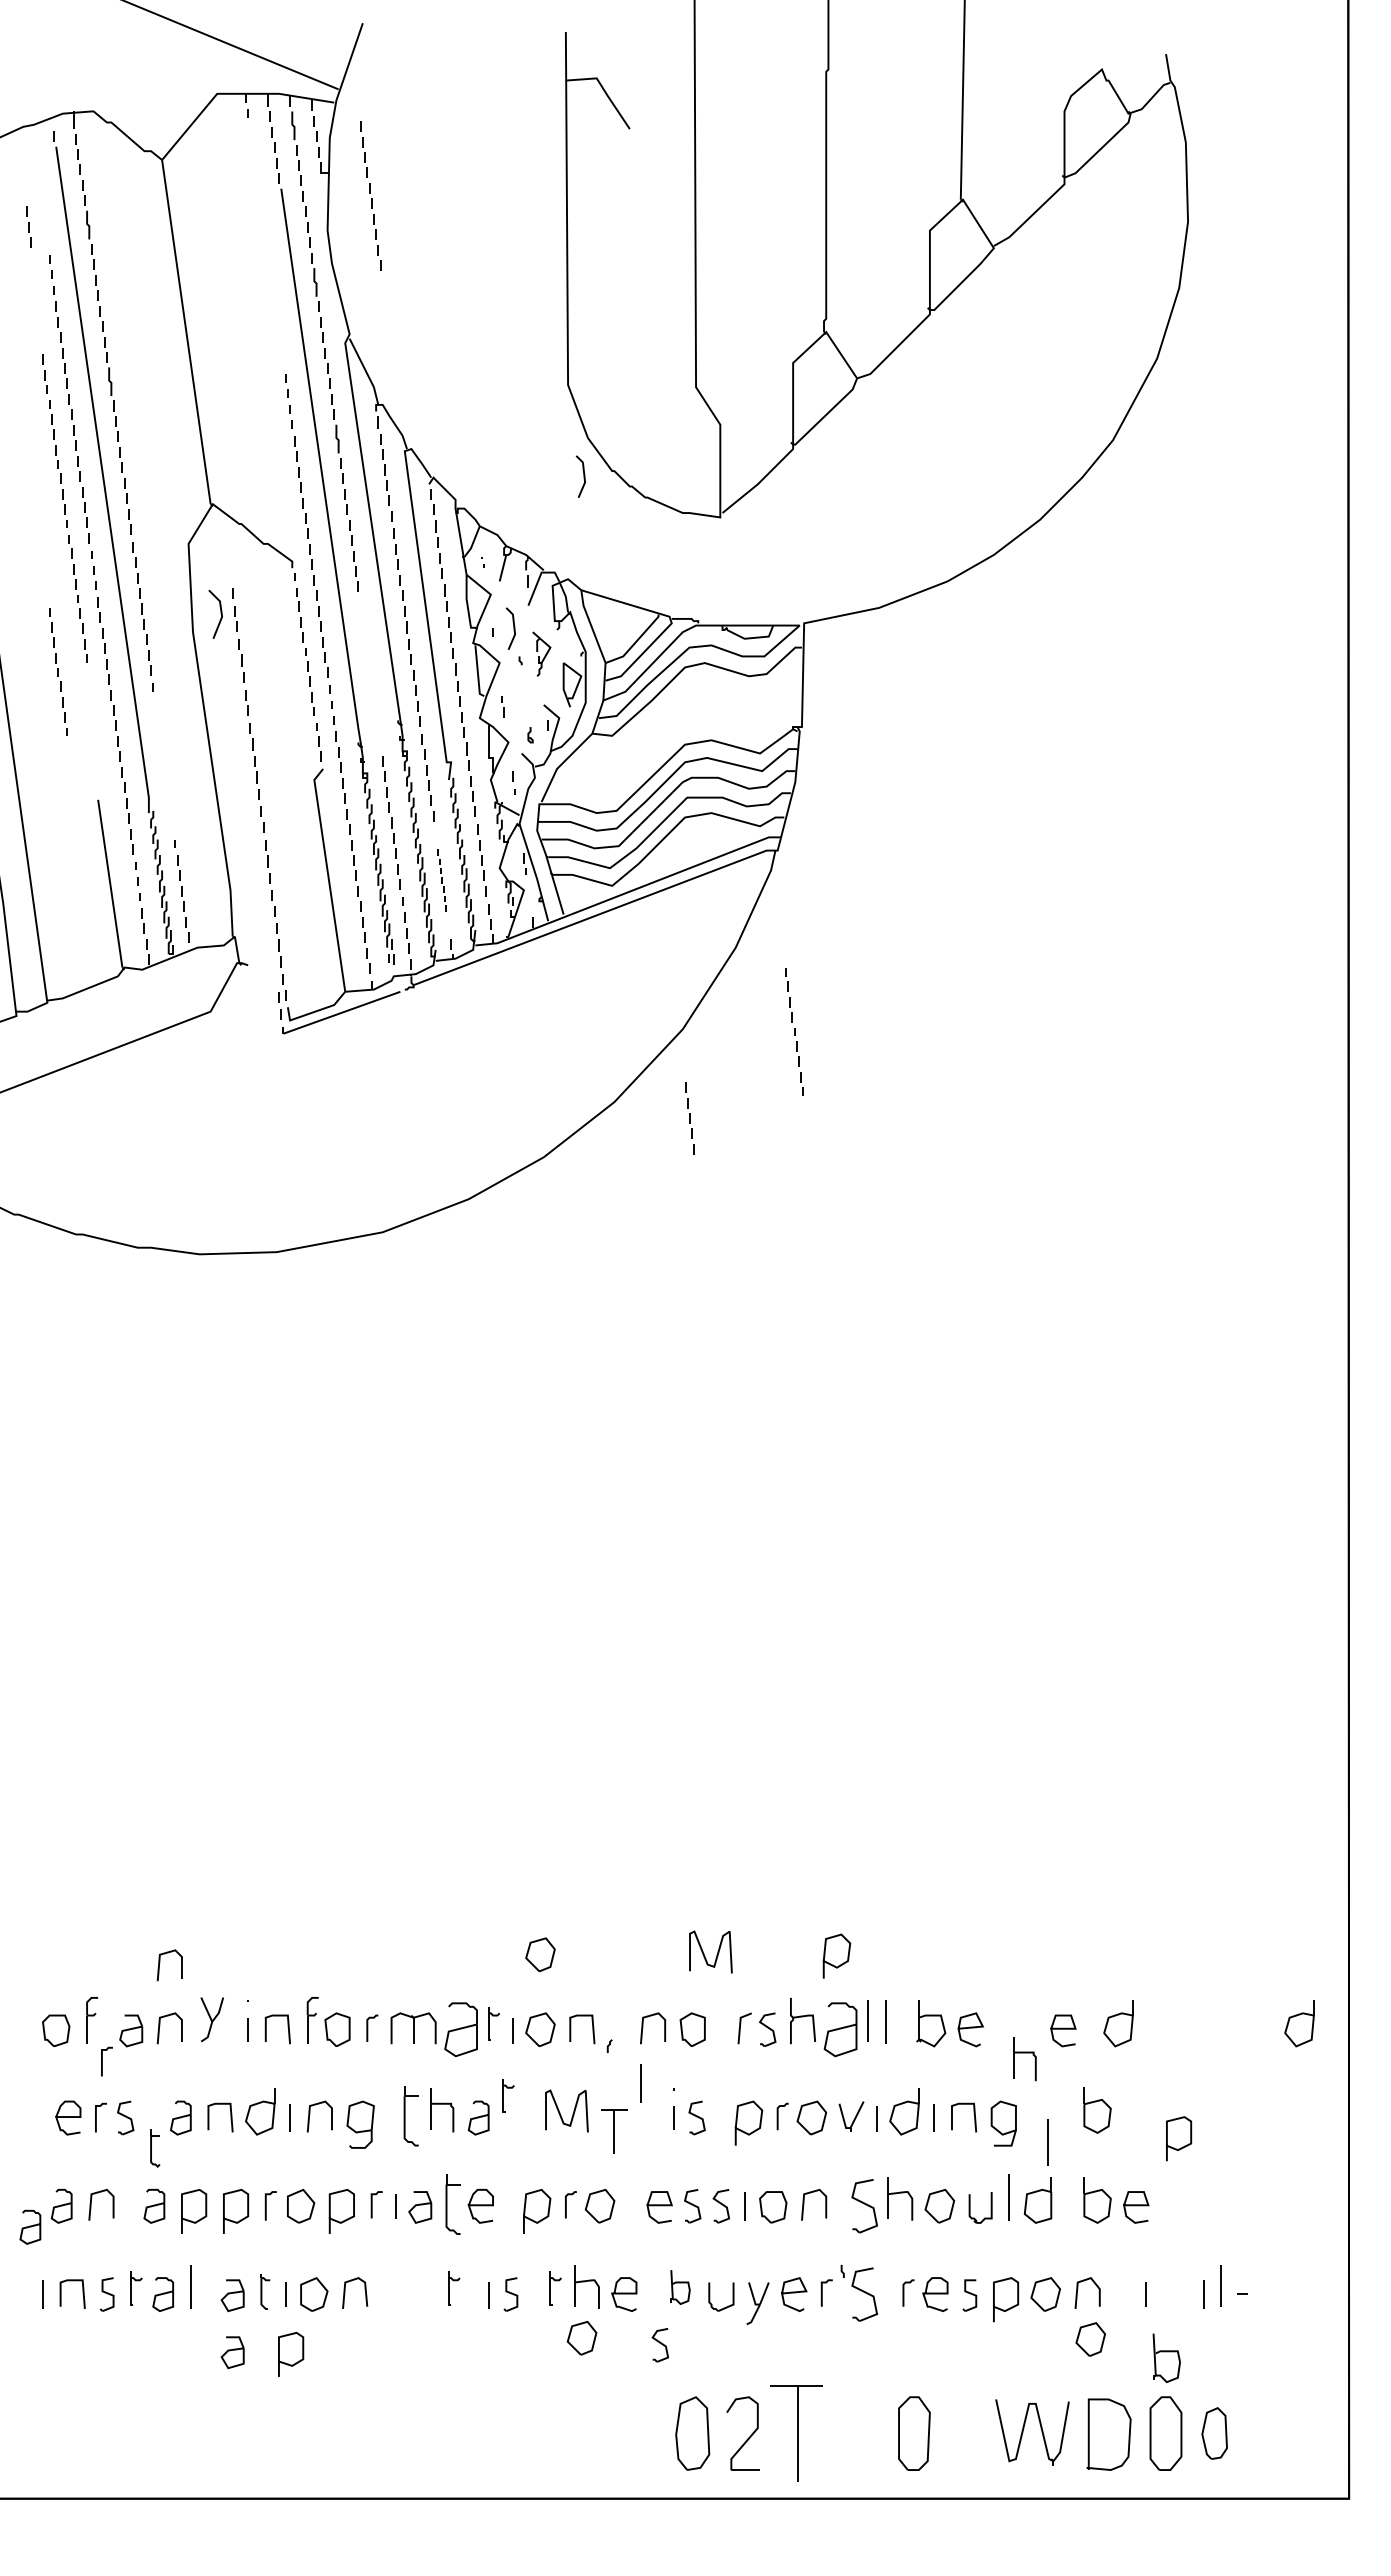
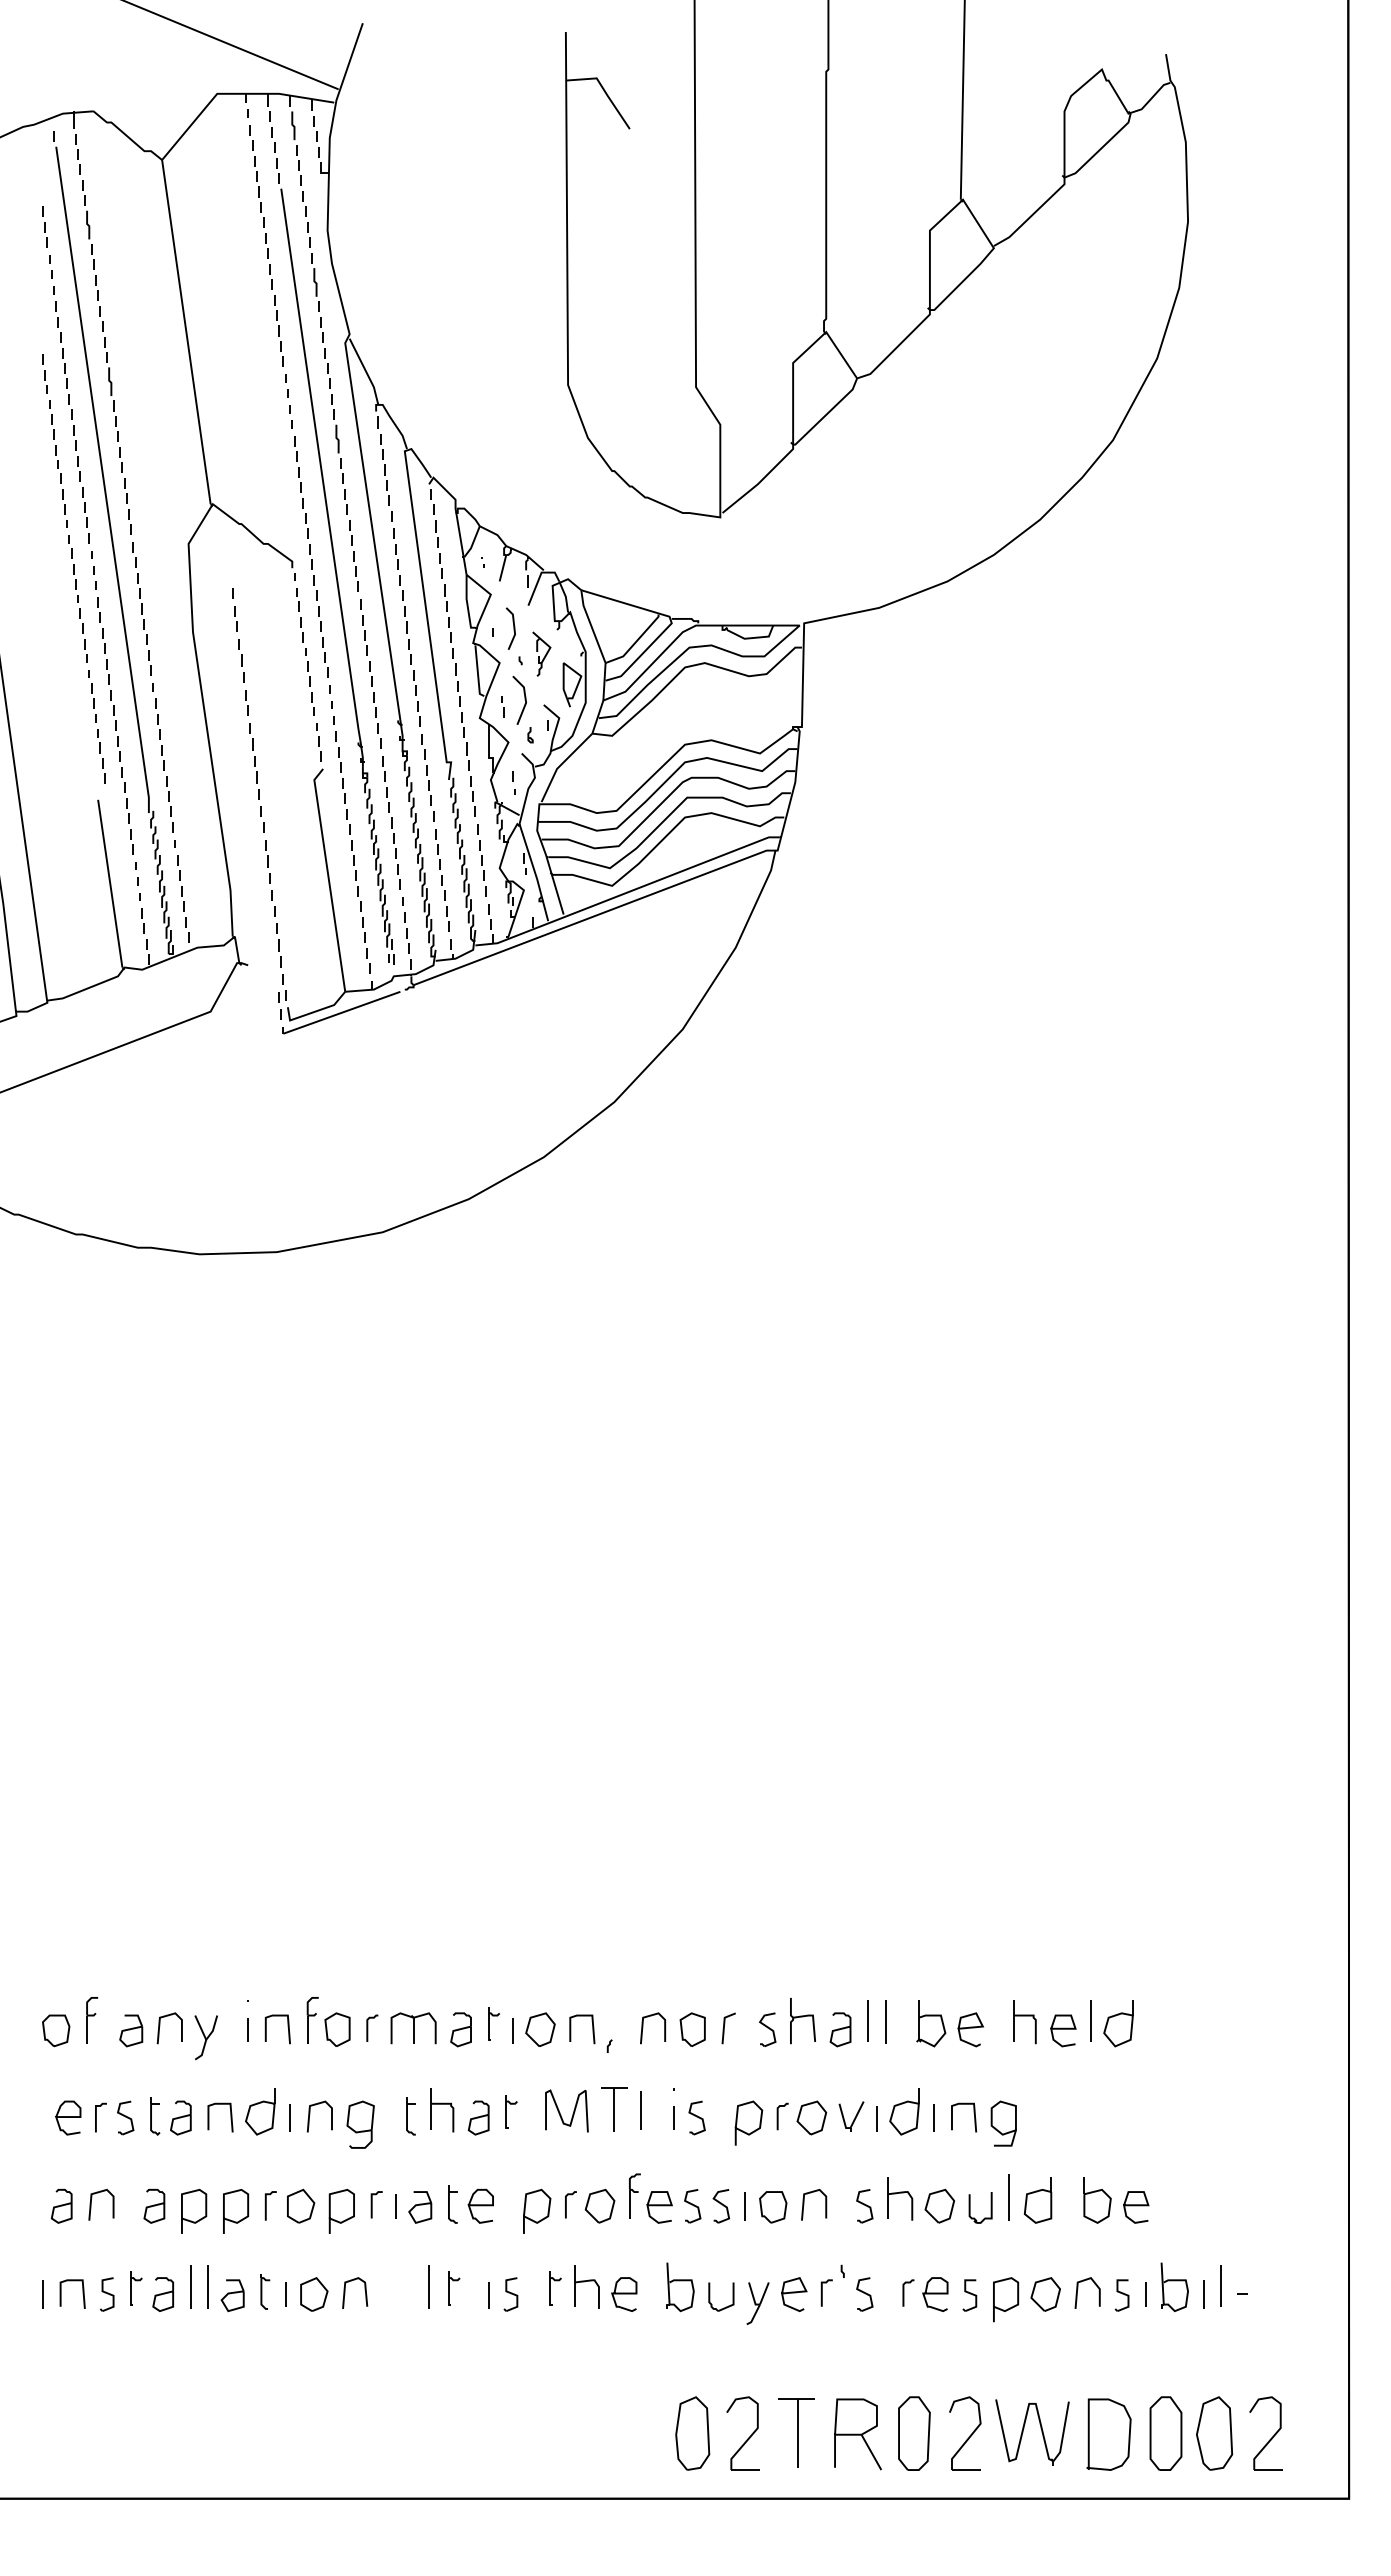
part at (370, 195) position: (370, 195) -> (370, 673)
part at (28, 226) position: (28, 226) -> (44, 226)
part at (266, 245): none -> present
line at (583, 476): present -> none
line at (220, 613) position: (220, 613) -> (524, 699)
part at (58, 671): present -> none
part at (96, 726): none -> present
part at (164, 765): none -> present
part at (441, 880) size: 10x63 px -> 15x103 px
part at (794, 1031): present -> none
part at (689, 1118): present -> none
curve at (704, 1953): present -> none
part at (540, 1954): present -> none
line at (160, 1963): present -> none
curve at (831, 1963): present -> none
part at (211, 2019) position: (211, 2019) -> (205, 2037)
line at (1090, 2020): none -> present
part at (1299, 2023): present -> none
line at (740, 2028) position: (740, 2028) -> (724, 2028)
part at (460, 2029) size: 34x56 px -> 22x36 px
part at (840, 2029) size: 35x56 px -> 23x36 px
part at (1024, 2059) position: (1024, 2059) -> (1024, 2022)
line at (102, 2061): present -> none
line at (640, 2083) position: (640, 2083) -> (640, 2110)
part at (508, 2095) position: (508, 2095) -> (511, 2111)
part at (1097, 2110): present -> none
part at (410, 2116) size: 16x61 px -> 10x39 px
part at (614, 2131) position: (614, 2131) -> (614, 2109)
line at (1047, 2142): present -> none
curve at (1182, 2146): present -> none
part at (155, 2148) position: (155, 2148) -> (155, 2116)
part at (634, 2195): none -> present
part at (452, 2204) size: 16x61 px -> 10x39 px
part at (864, 2206) size: 27x55 px -> 18x35 px
part at (30, 2226): present -> none
line at (207, 2286): none -> present
line at (428, 2286): none -> present
part at (680, 2287) size: 21x35 px -> 29x51 px
part at (864, 2294) size: 27x55 px -> 18x35 px
part at (1121, 2295): none -> present
part at (581, 2337): present -> none
part at (1090, 2339): present -> none
part at (660, 2345): present -> none
part at (232, 2352): present -> none
part at (1166, 2358) position: (1166, 2358) -> (1174, 2287)
curve at (295, 2362): present -> none
part at (796, 2433) size: 53x97 px -> 37x70 px
part at (965, 2433): none -> present
part at (1214, 2433) size: 27x53 px -> 38x75 px
part at (857, 2434): none -> present
part at (1270, 2438): none -> present
